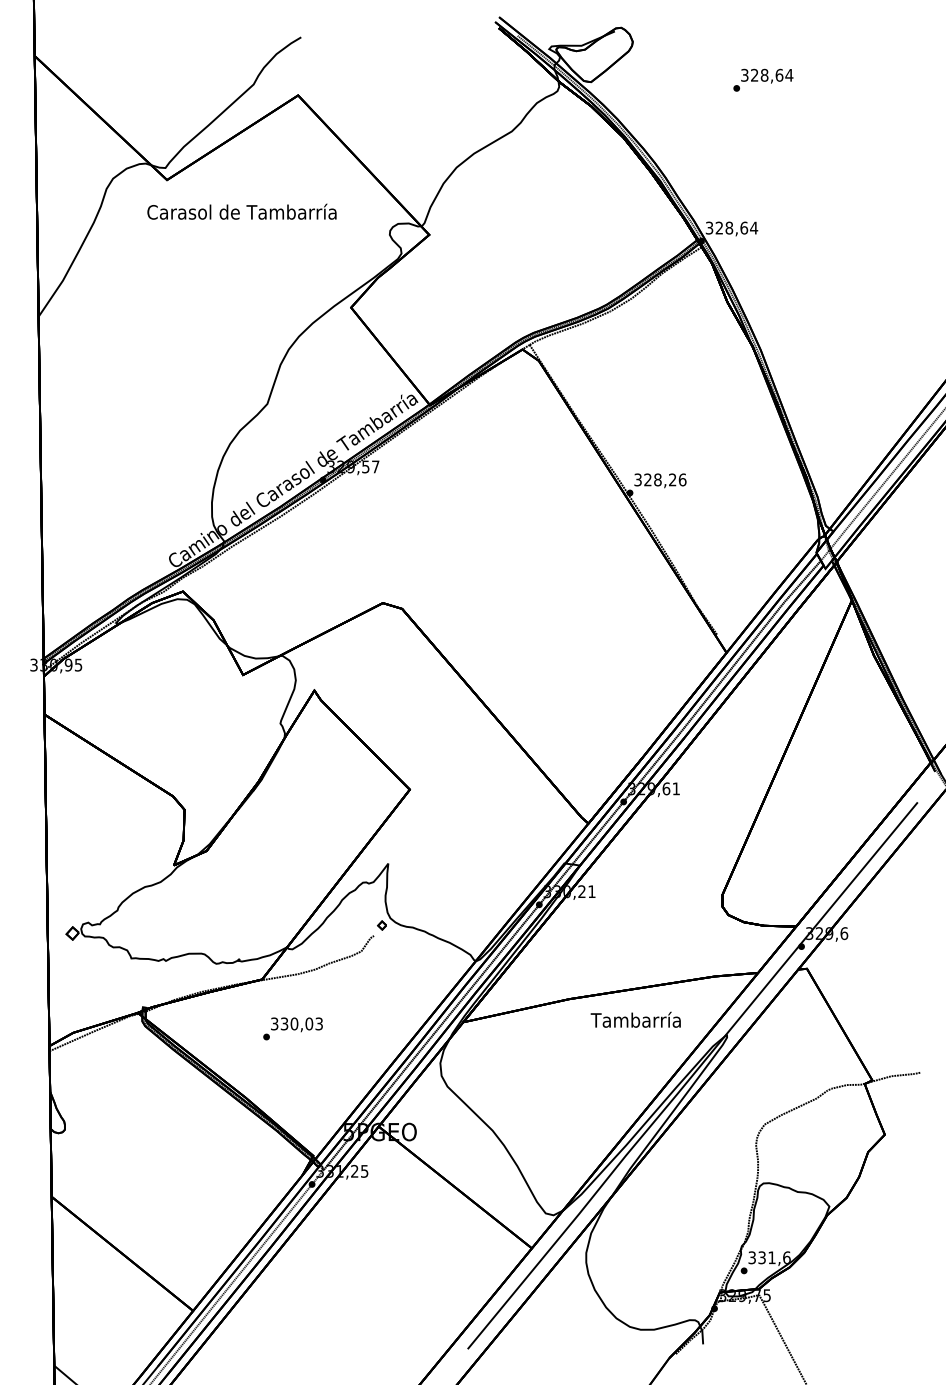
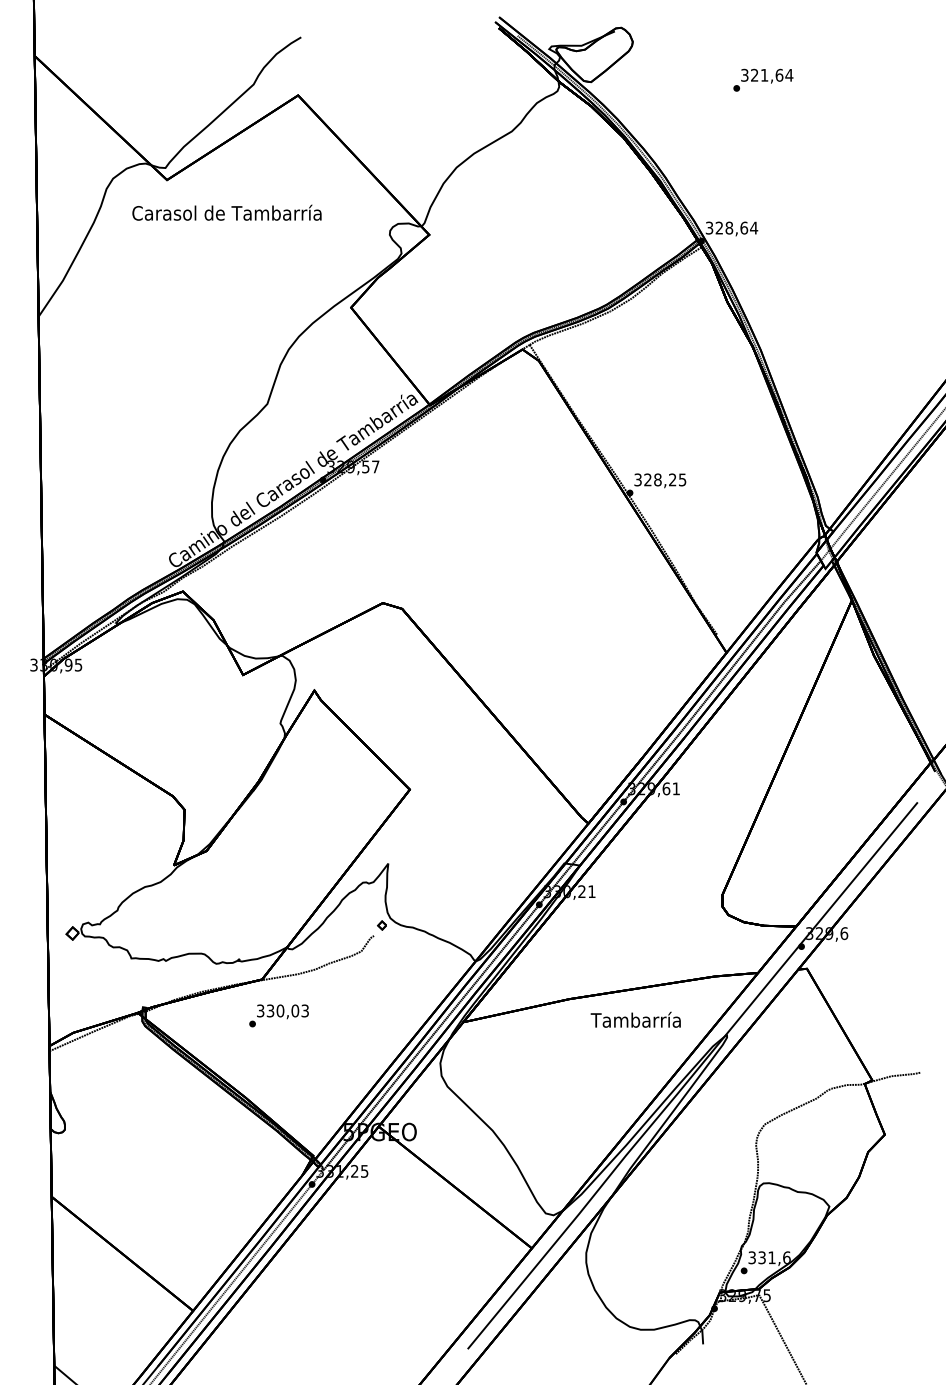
text at (764, 74): 328,64 -> 321,64
text at (241, 211) position: (241, 211) -> (226, 212)
text at (682, 479): 328,26 -> 328,25
text at (292, 1028) position: (292, 1028) -> (278, 1015)
